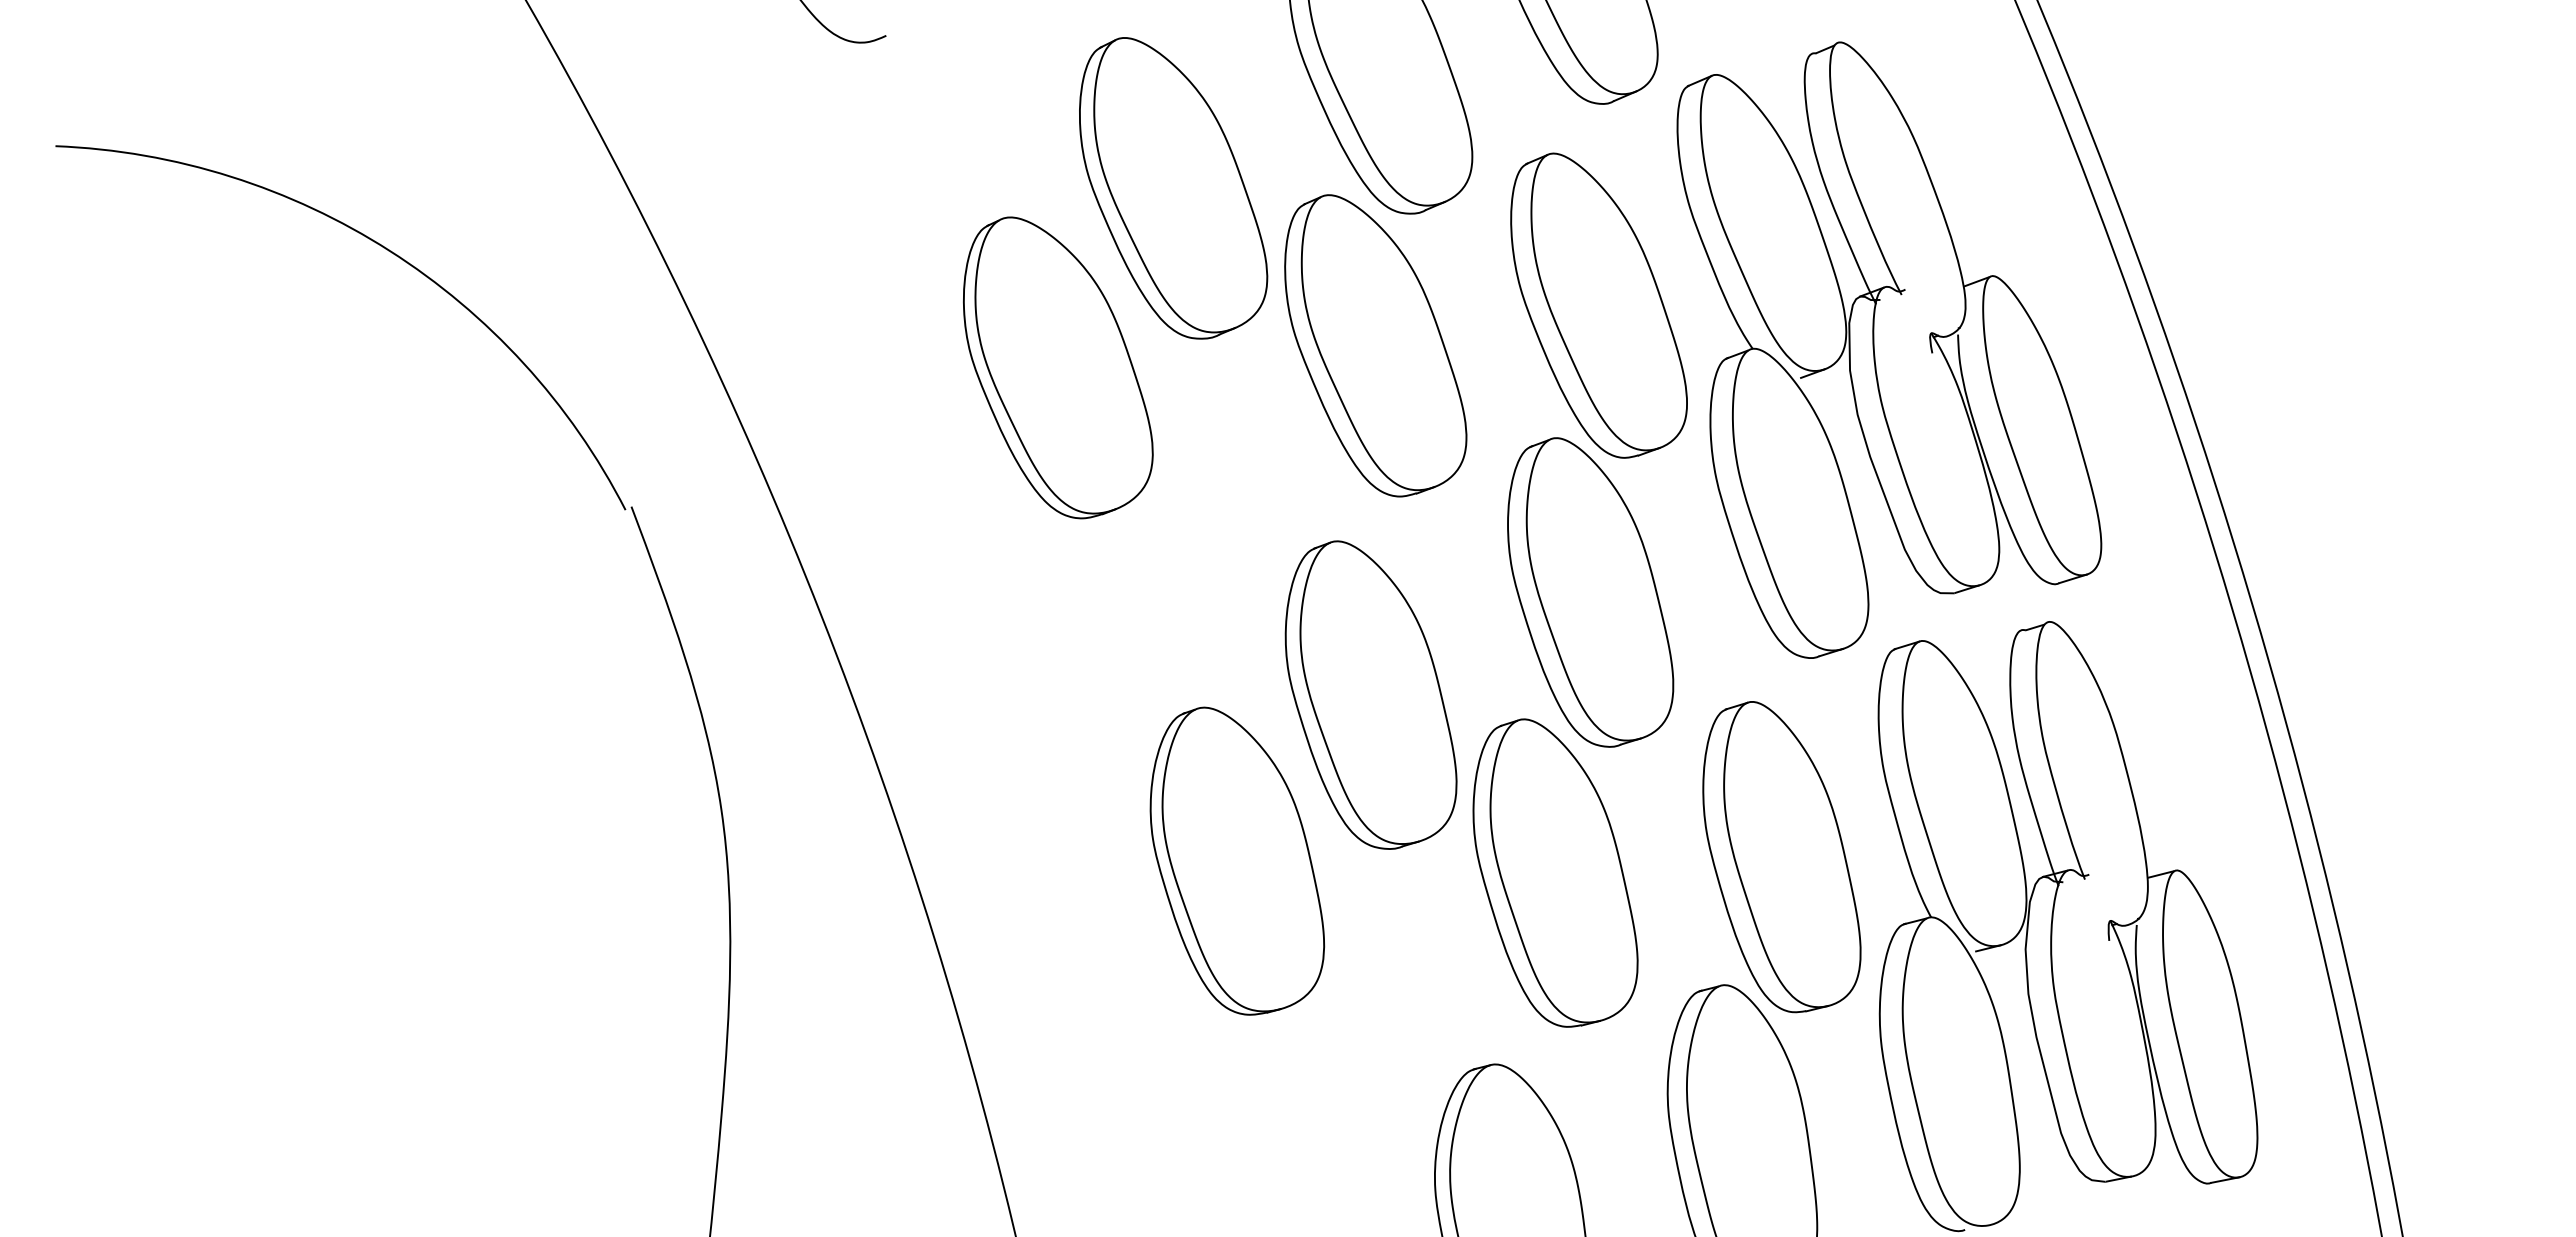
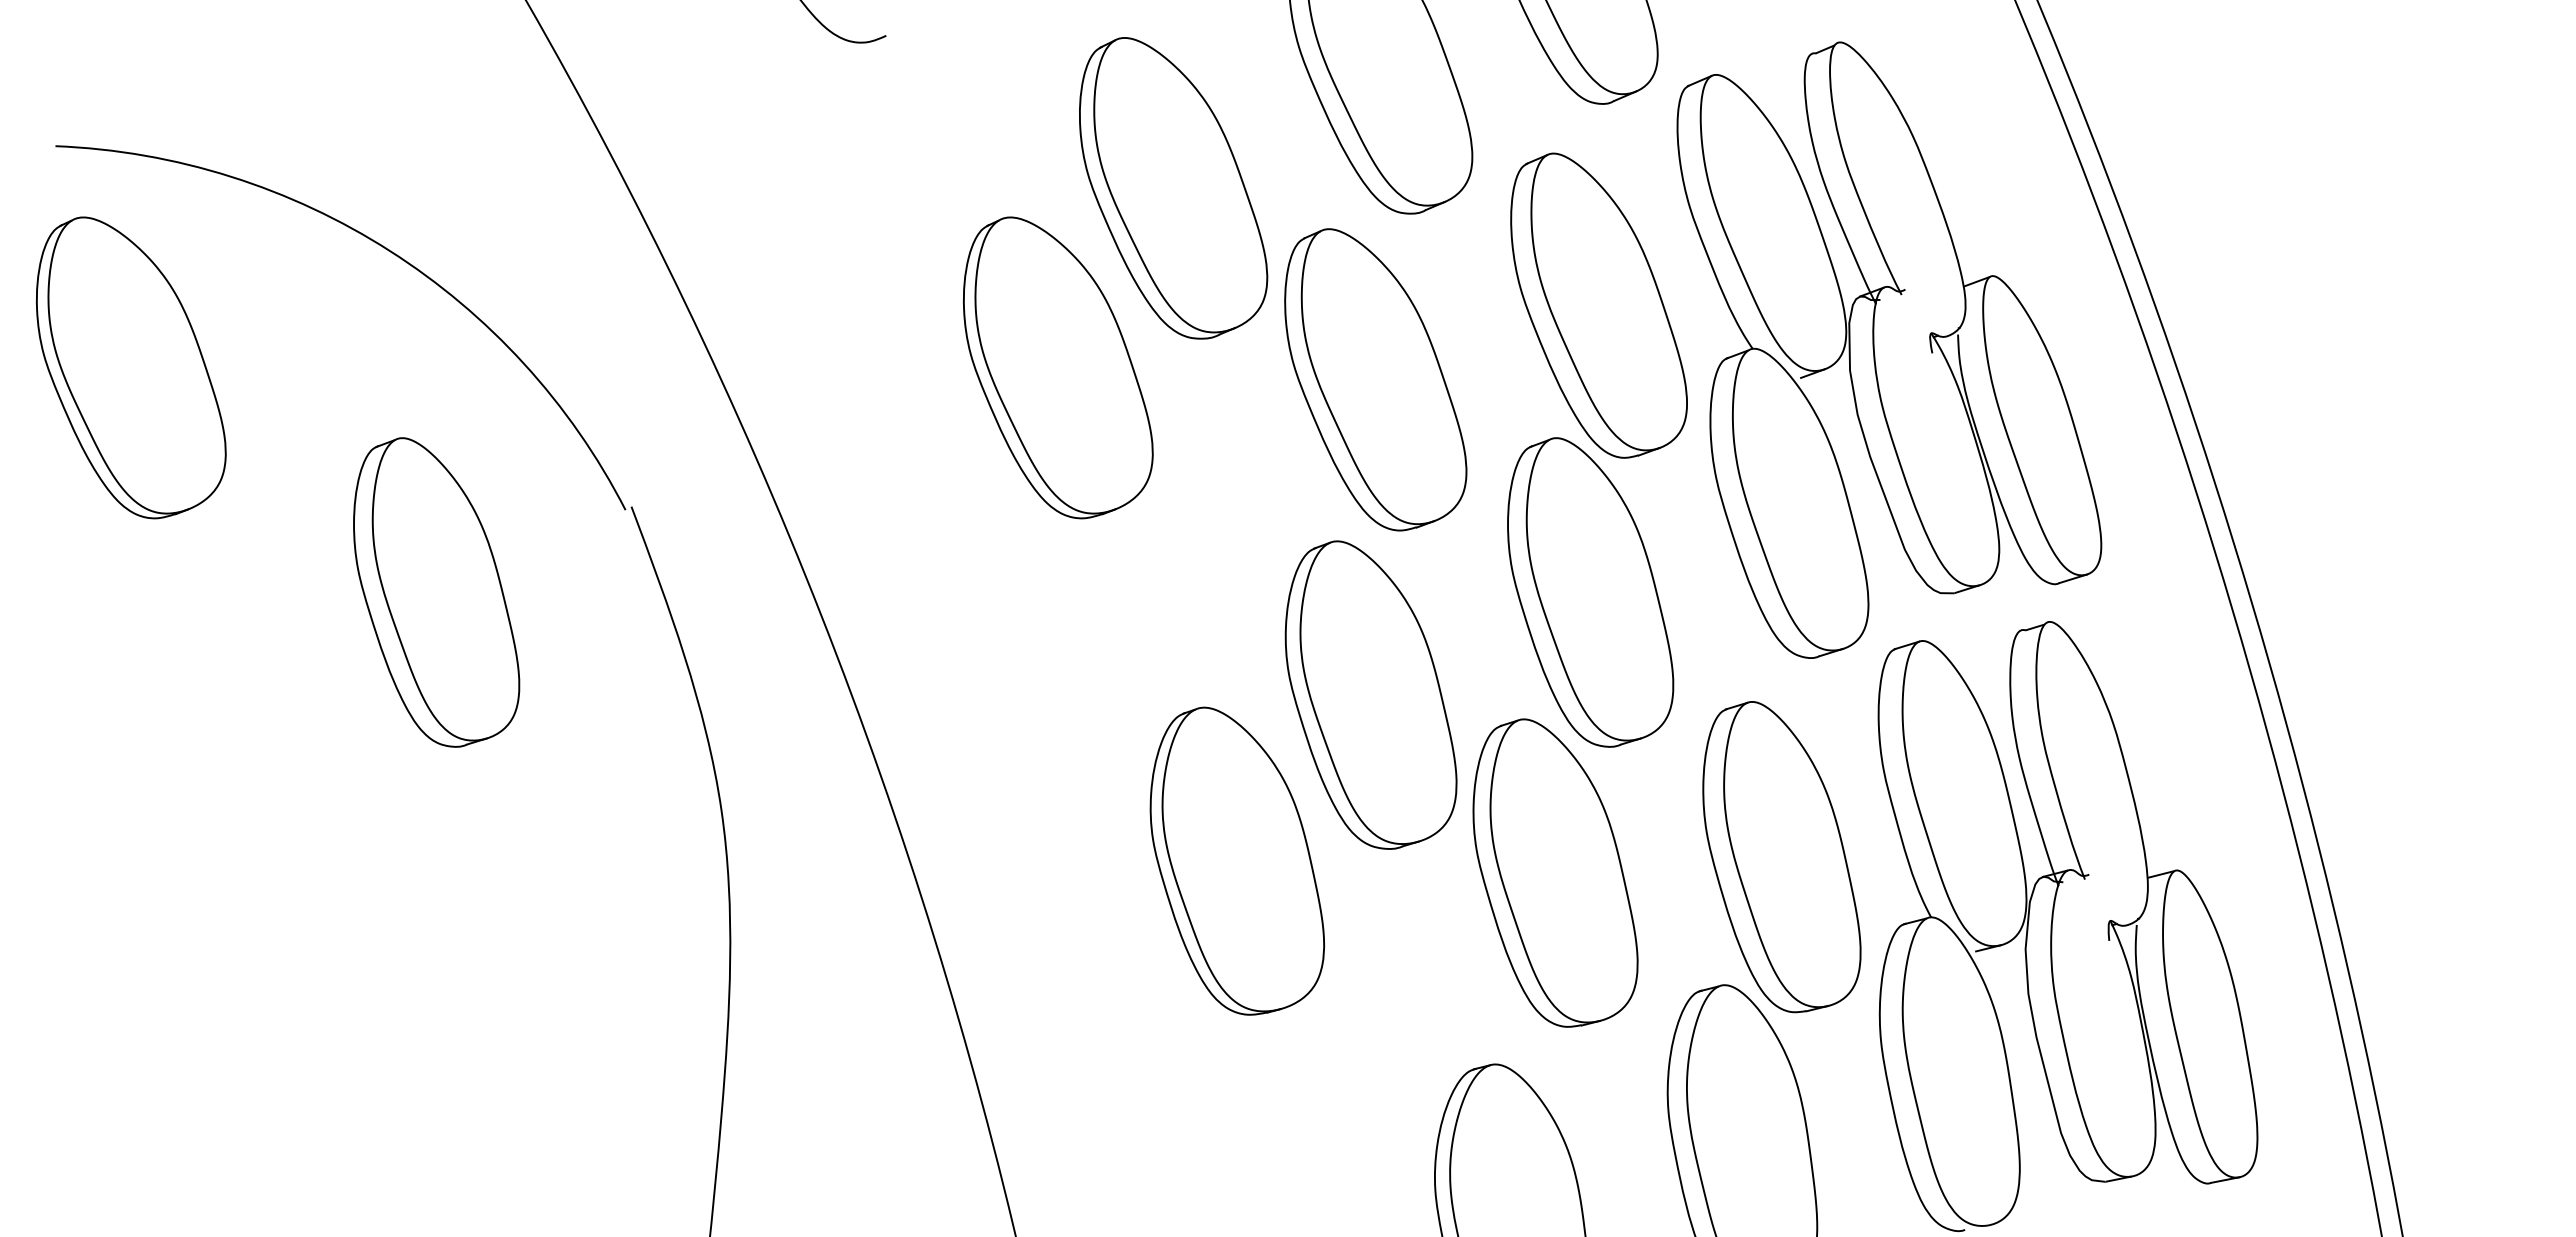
part at (1375, 345) position: (1375, 345) -> (1375, 379)
part at (131, 367): none -> present
part at (436, 592): none -> present
